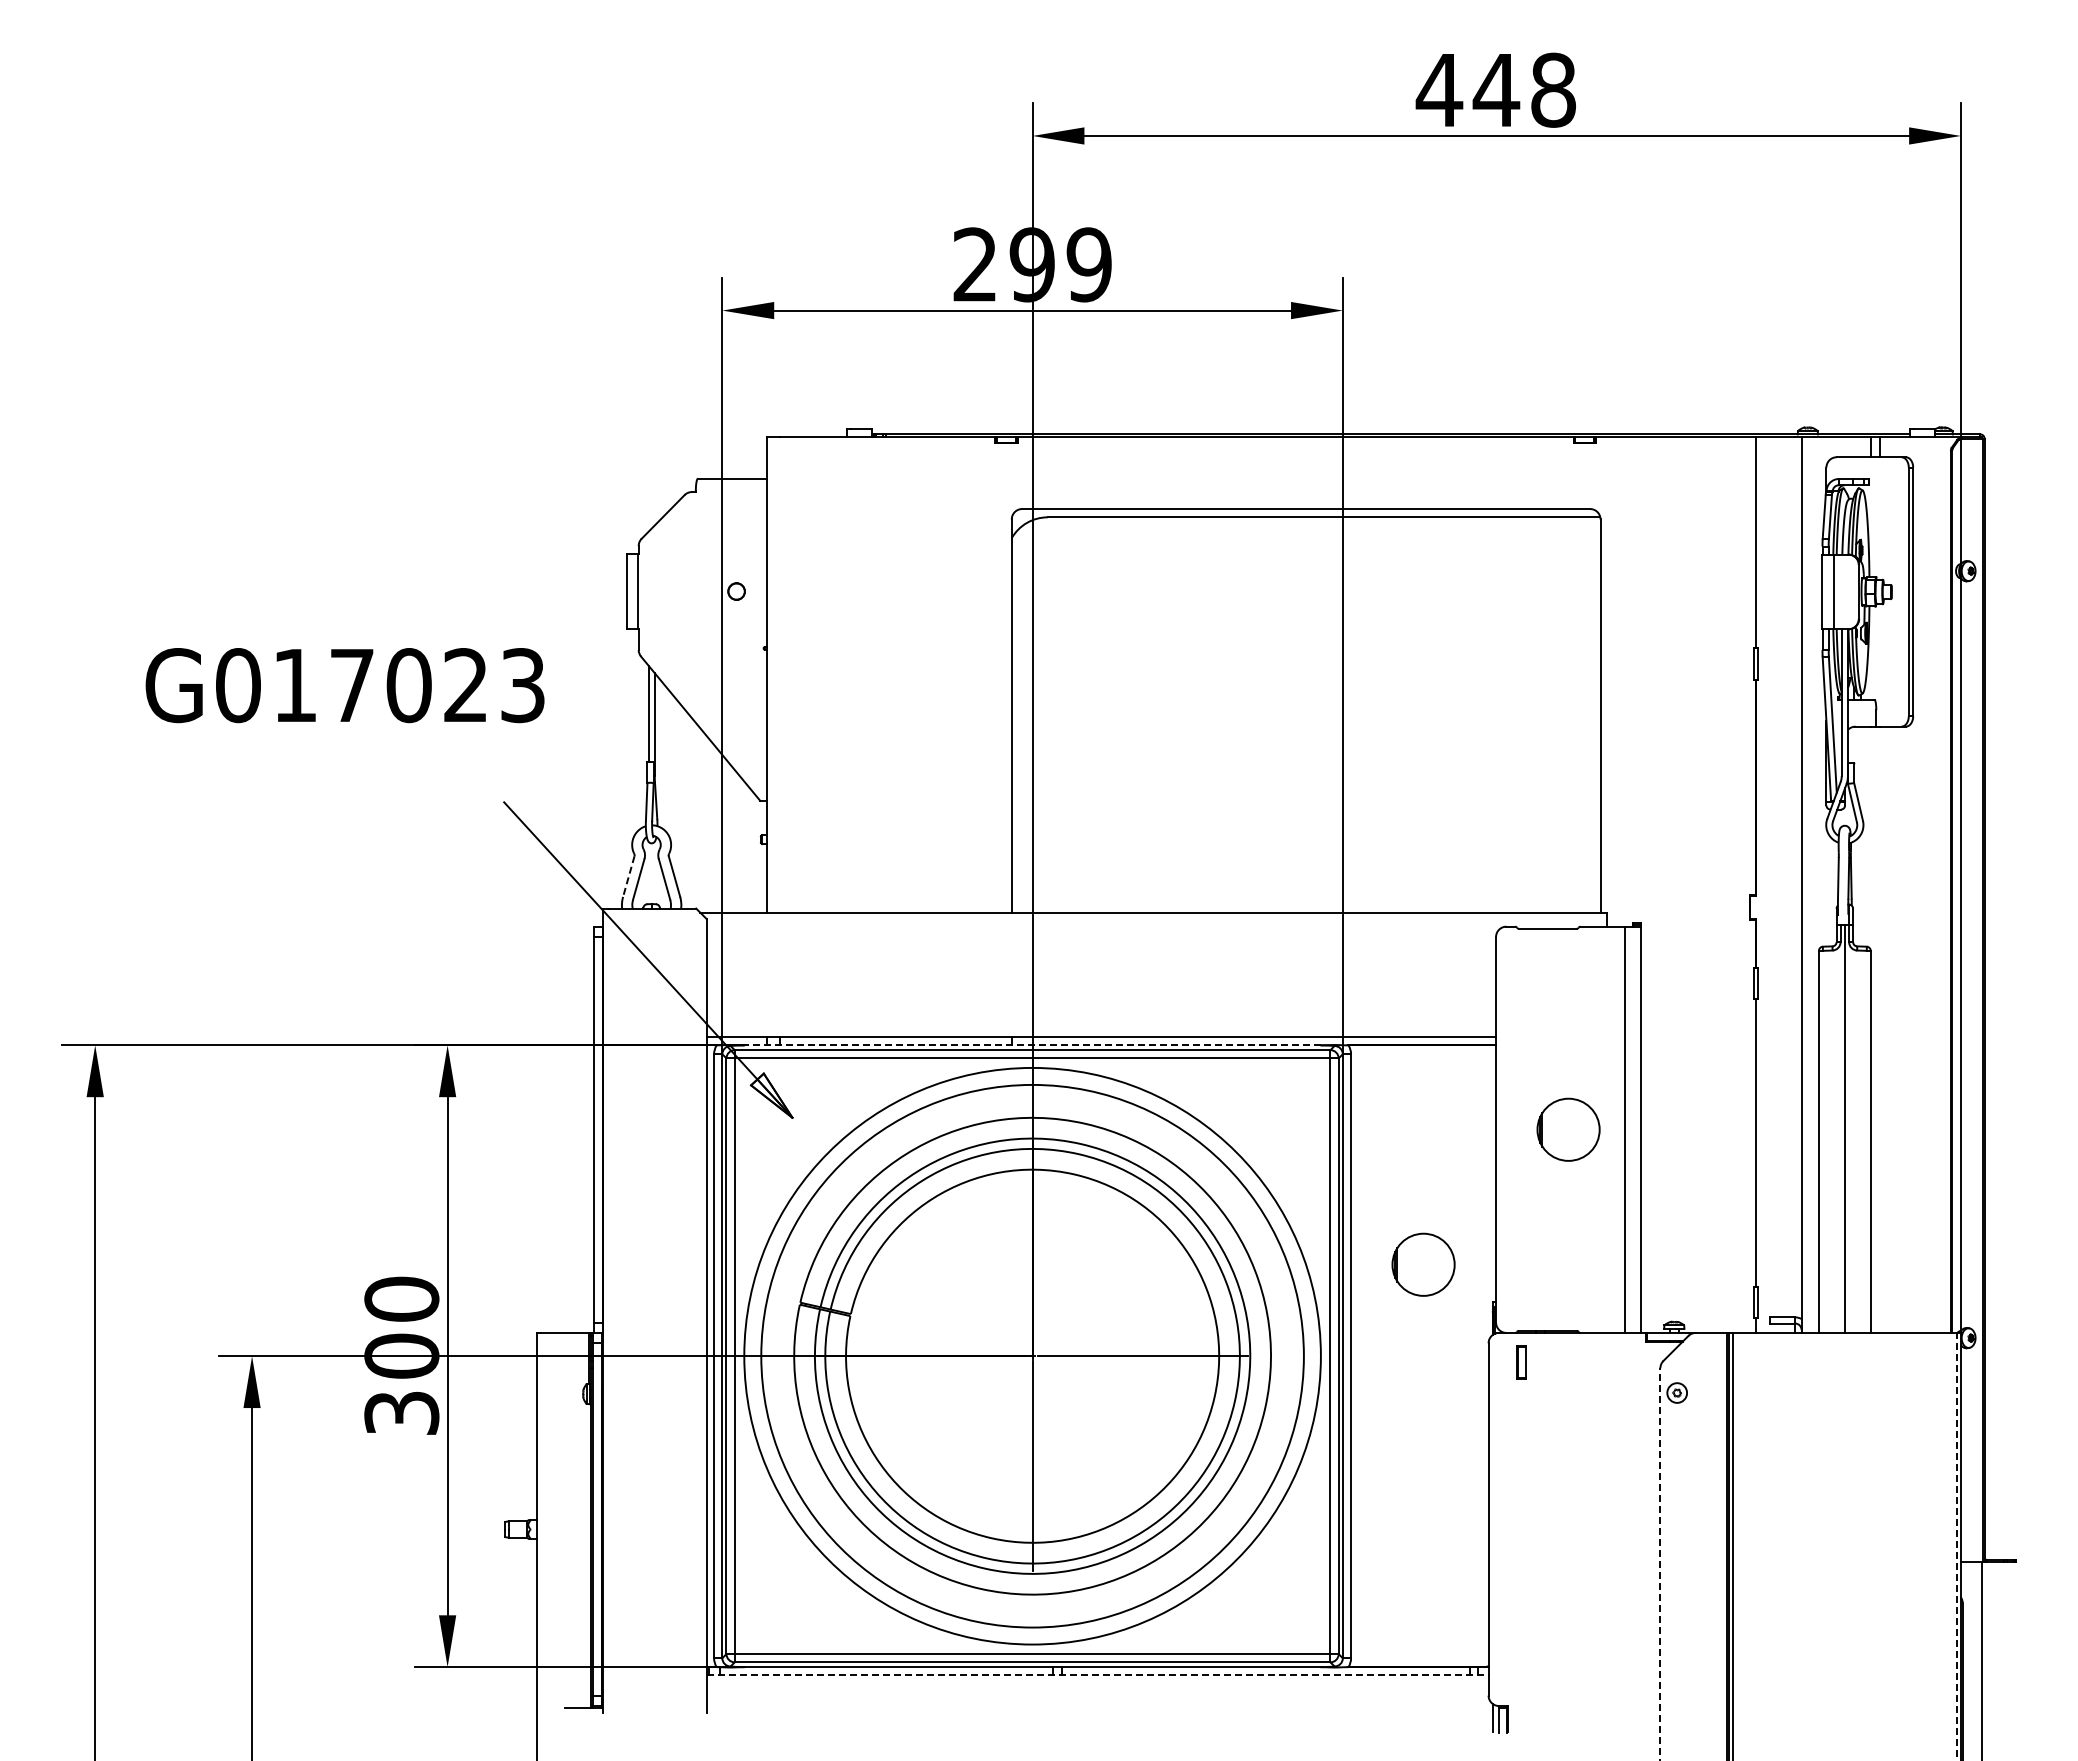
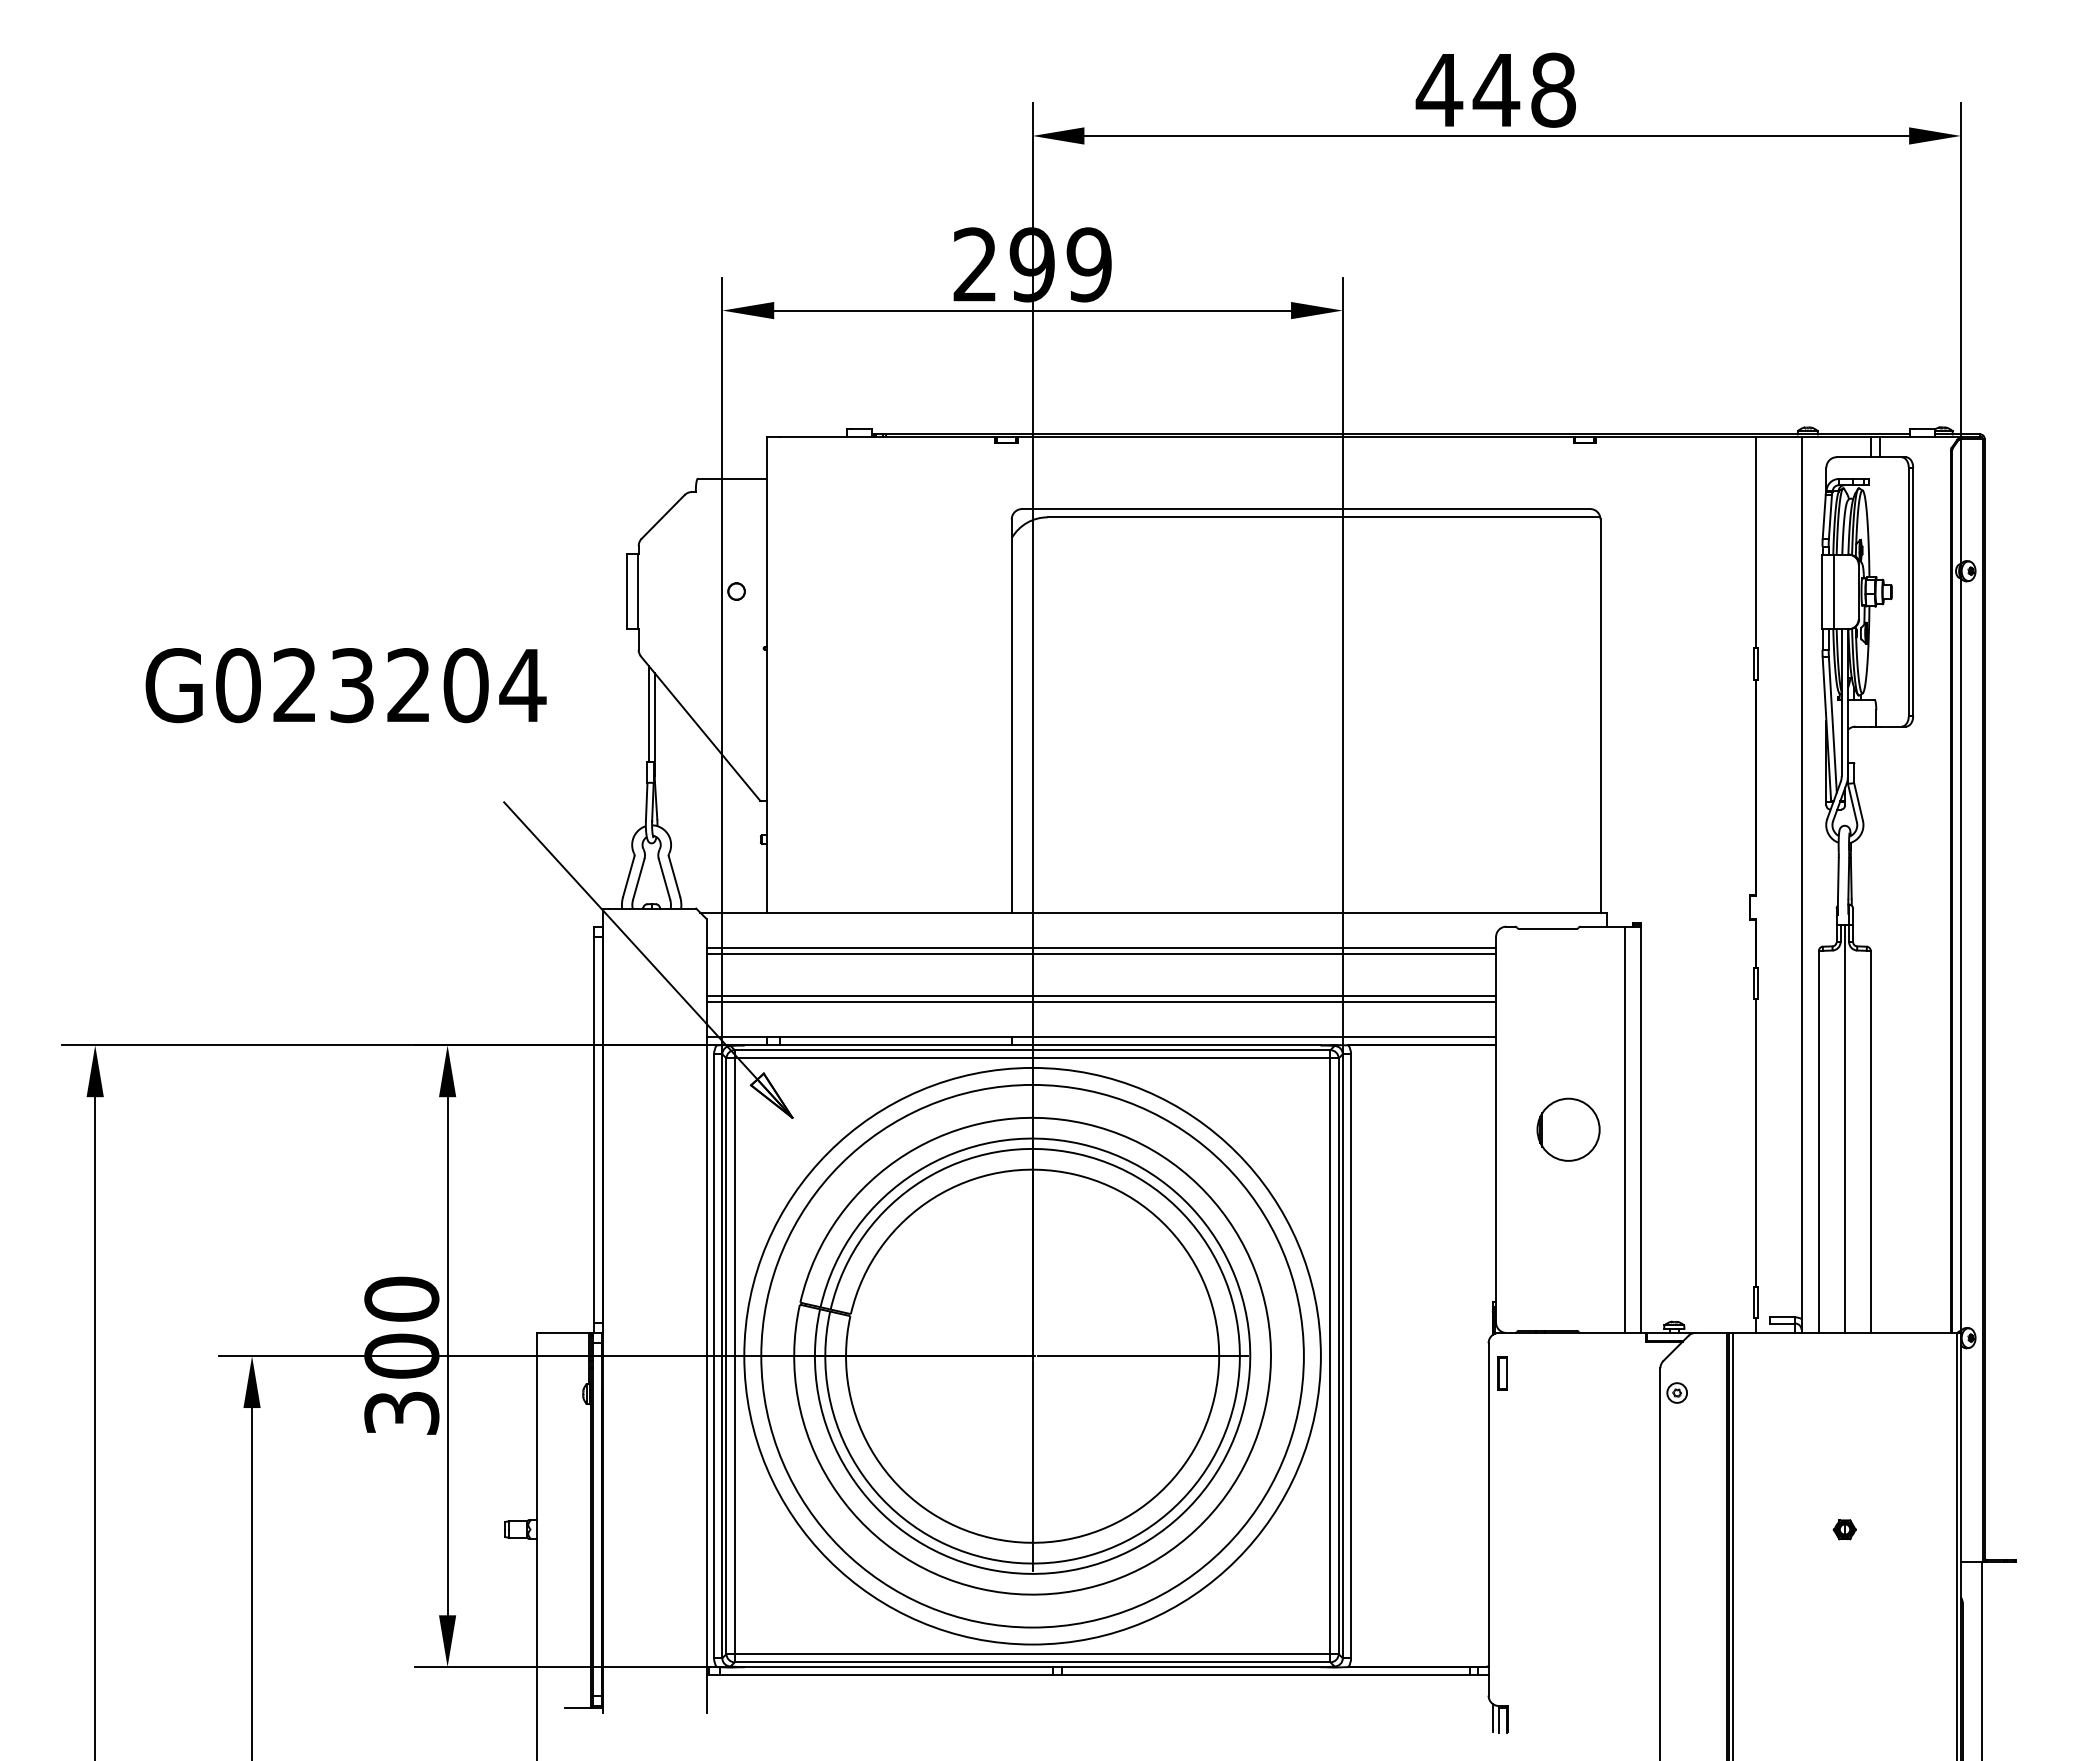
text at (409, 685): G017023 -> G023204
line at (628, 877): dashed -> solid
line at (1101, 947): none -> present
line at (1101, 954): none -> present
line at (1101, 995): none -> present
line at (1101, 1001): none -> present
line at (1032, 1045): dashed -> solid
part at (1423, 1264): present -> none
part at (1521, 1362) position: (1521, 1362) -> (1502, 1373)
part at (1844, 1529): none -> present
line at (1956, 1546): dashed -> solid
line at (1660, 1564): dashed -> solid
line at (1098, 1675): dashed -> solid
